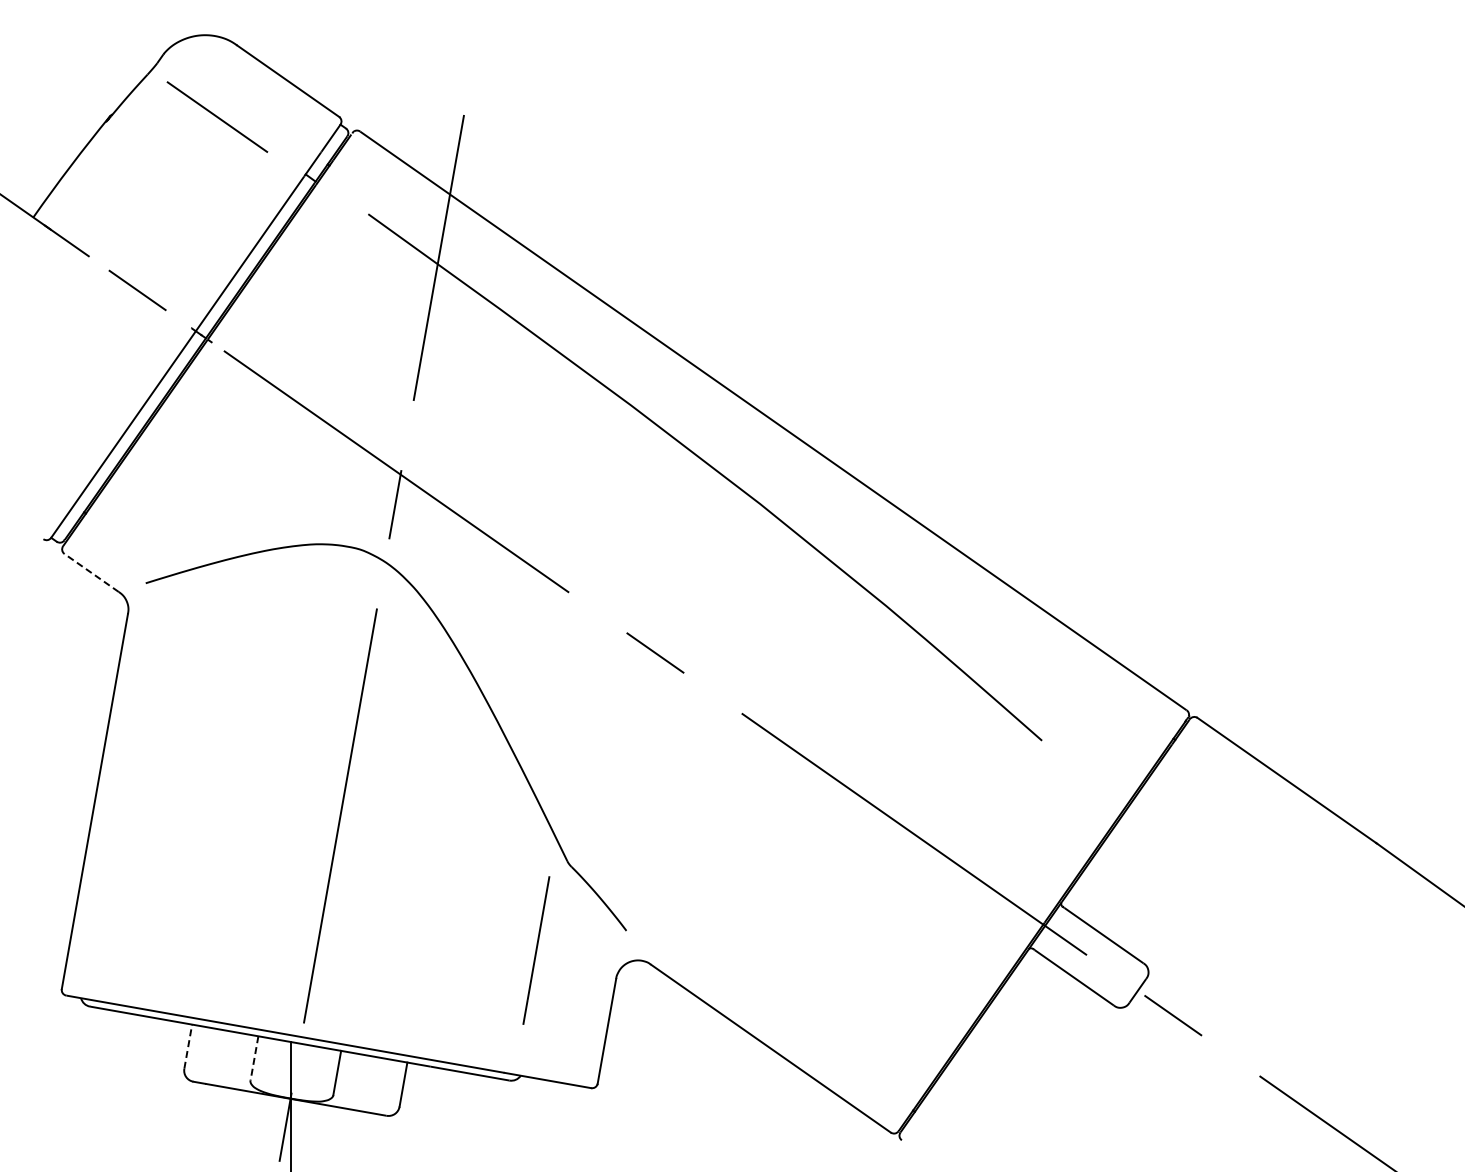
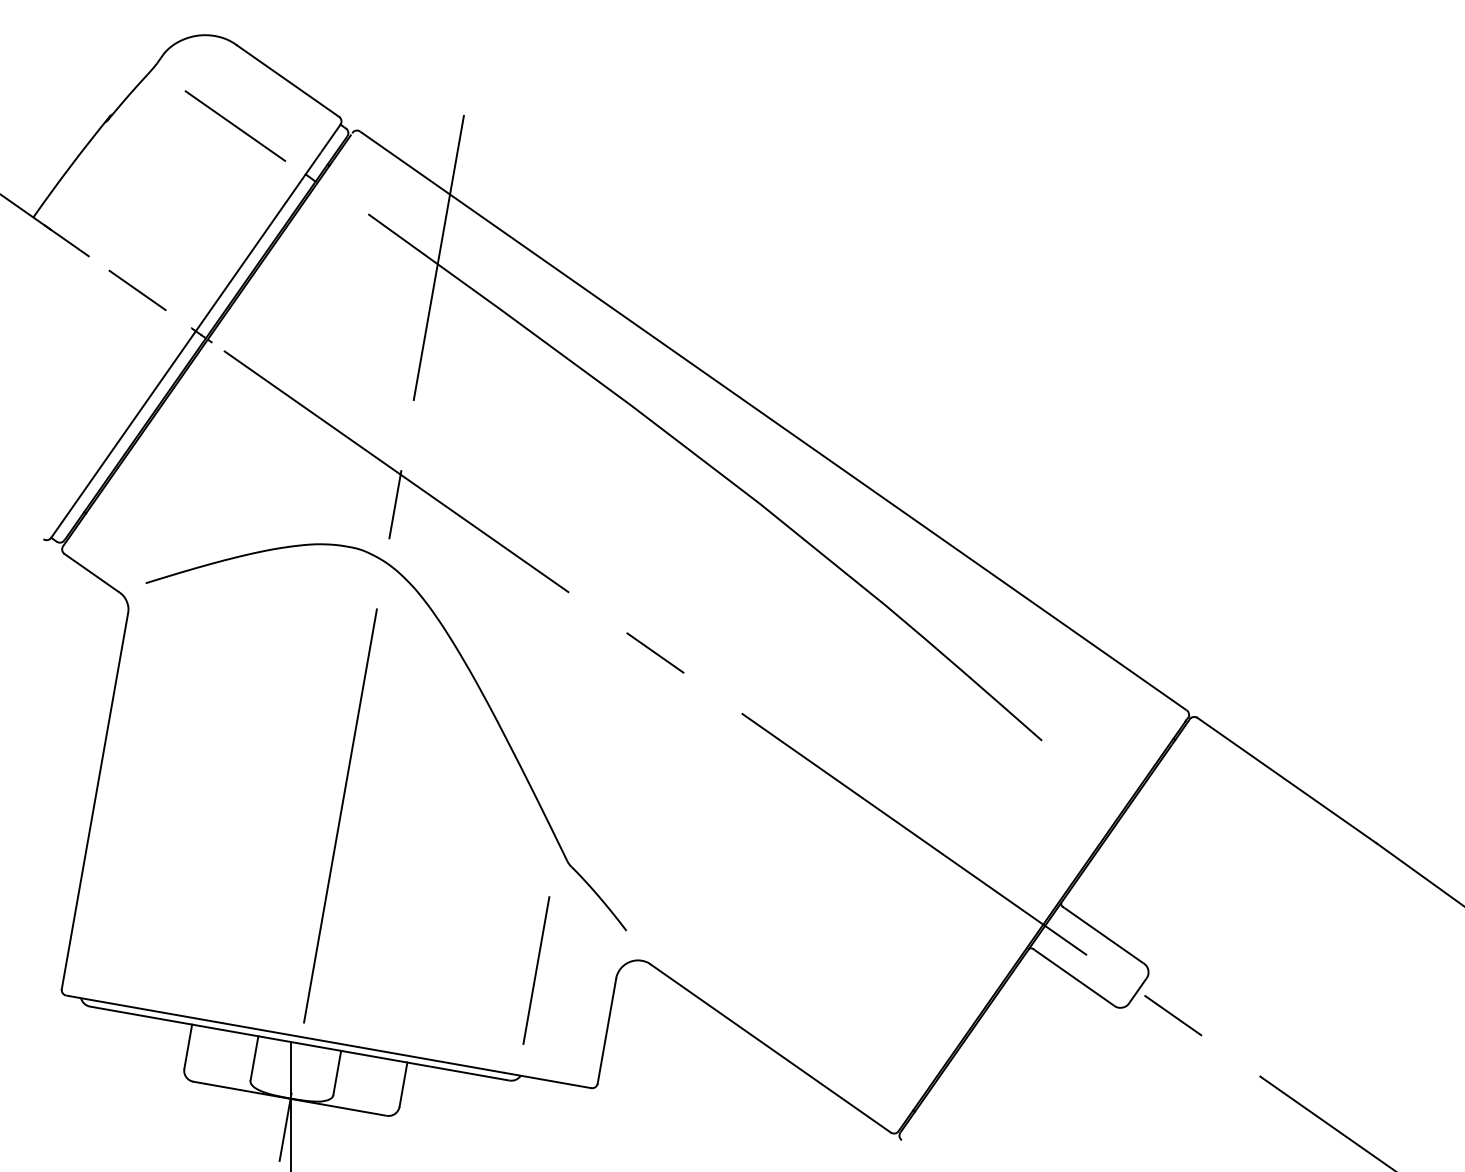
line at (217, 116) position: (217, 116) -> (235, 125)
line at (91, 572): dashed -> solid
line at (536, 950) position: (536, 950) -> (536, 970)
line at (188, 1046): dashed -> solid
line at (254, 1058): dashed -> solid
